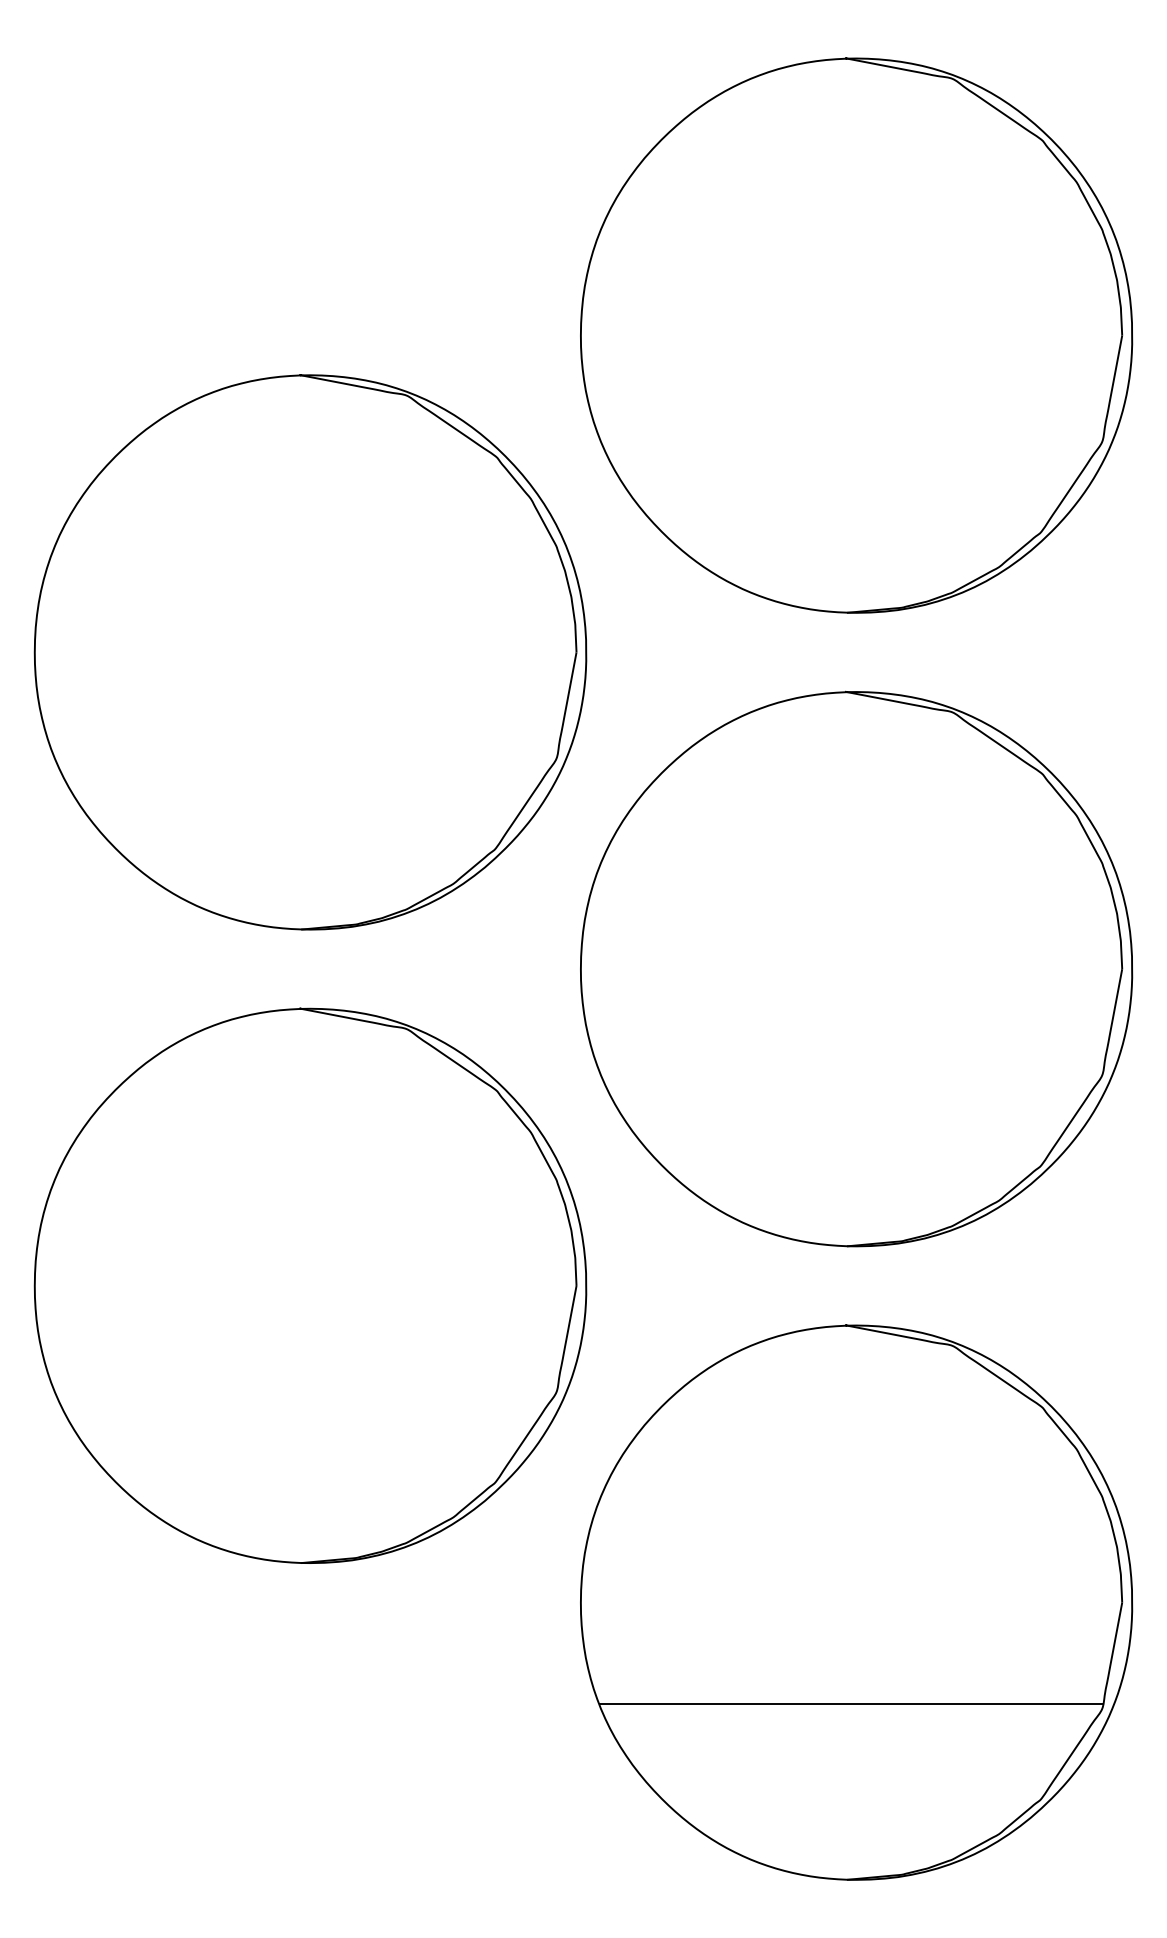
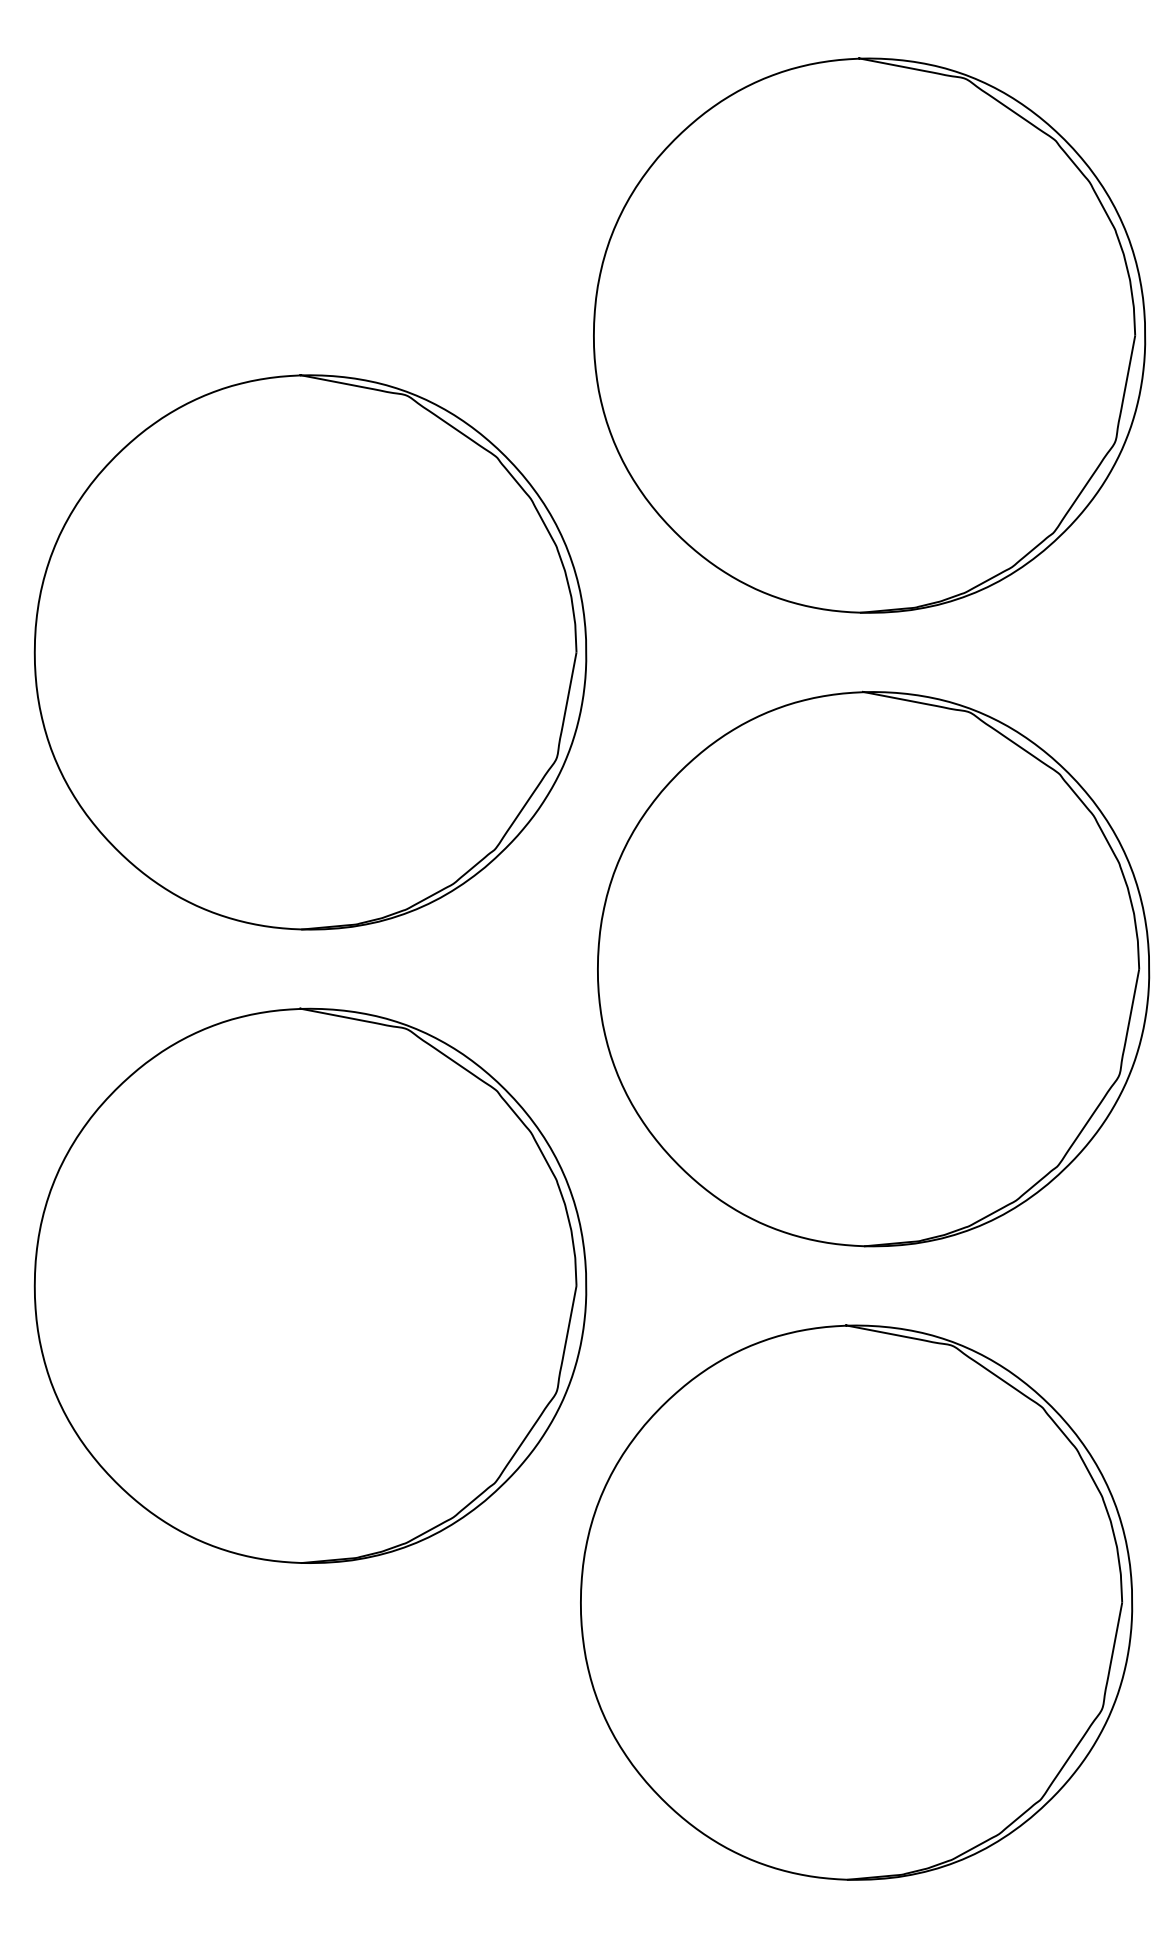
part at (856, 335) position: (856, 335) -> (869, 335)
part at (856, 968) position: (856, 968) -> (873, 968)
line at (850, 1703): present -> none
